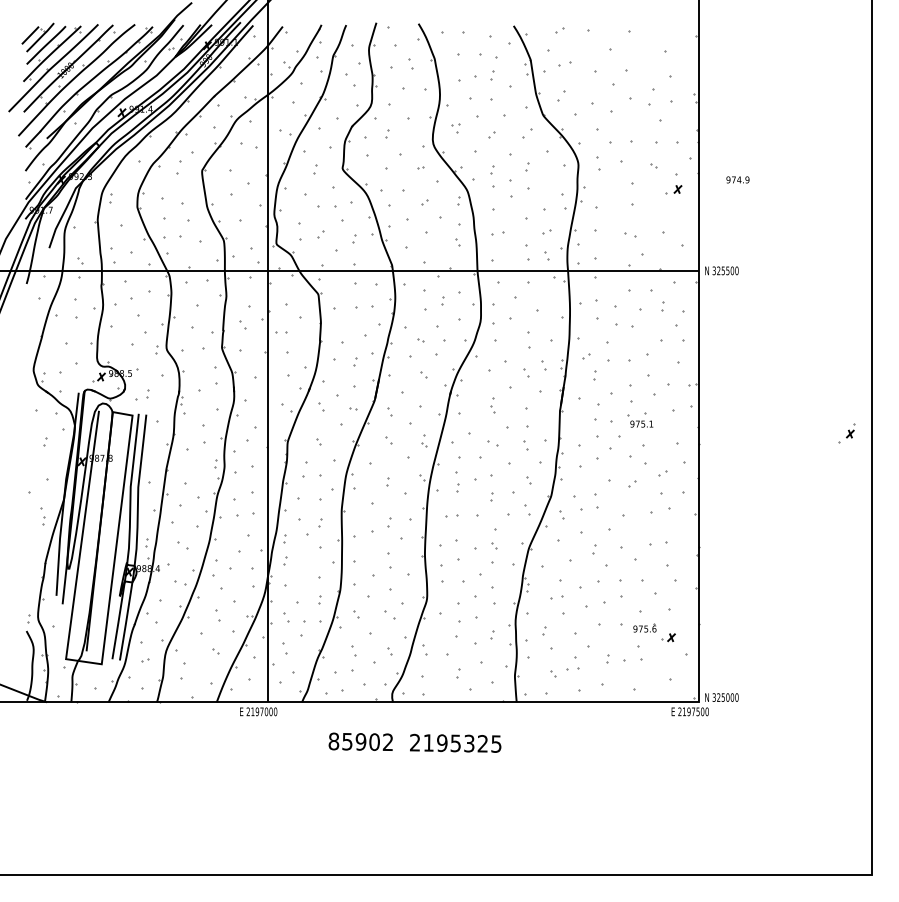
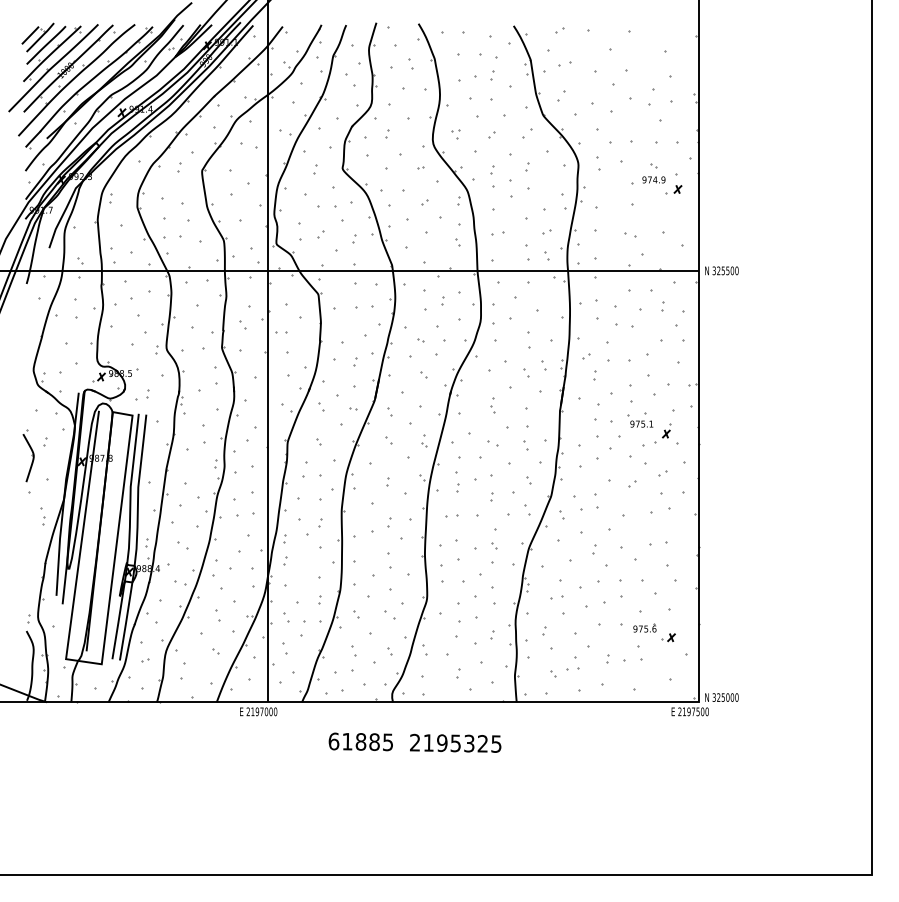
part at (455, 128) position: (455, 128) -> (455, 134)
part at (178, 167) size: 6x15 px -> 5x11 px
text at (737, 179) position: (737, 179) -> (653, 179)
part at (846, 433) position: (846, 433) -> (662, 433)
part at (28, 455): none -> present
text at (360, 741): 85902 -> 61885
